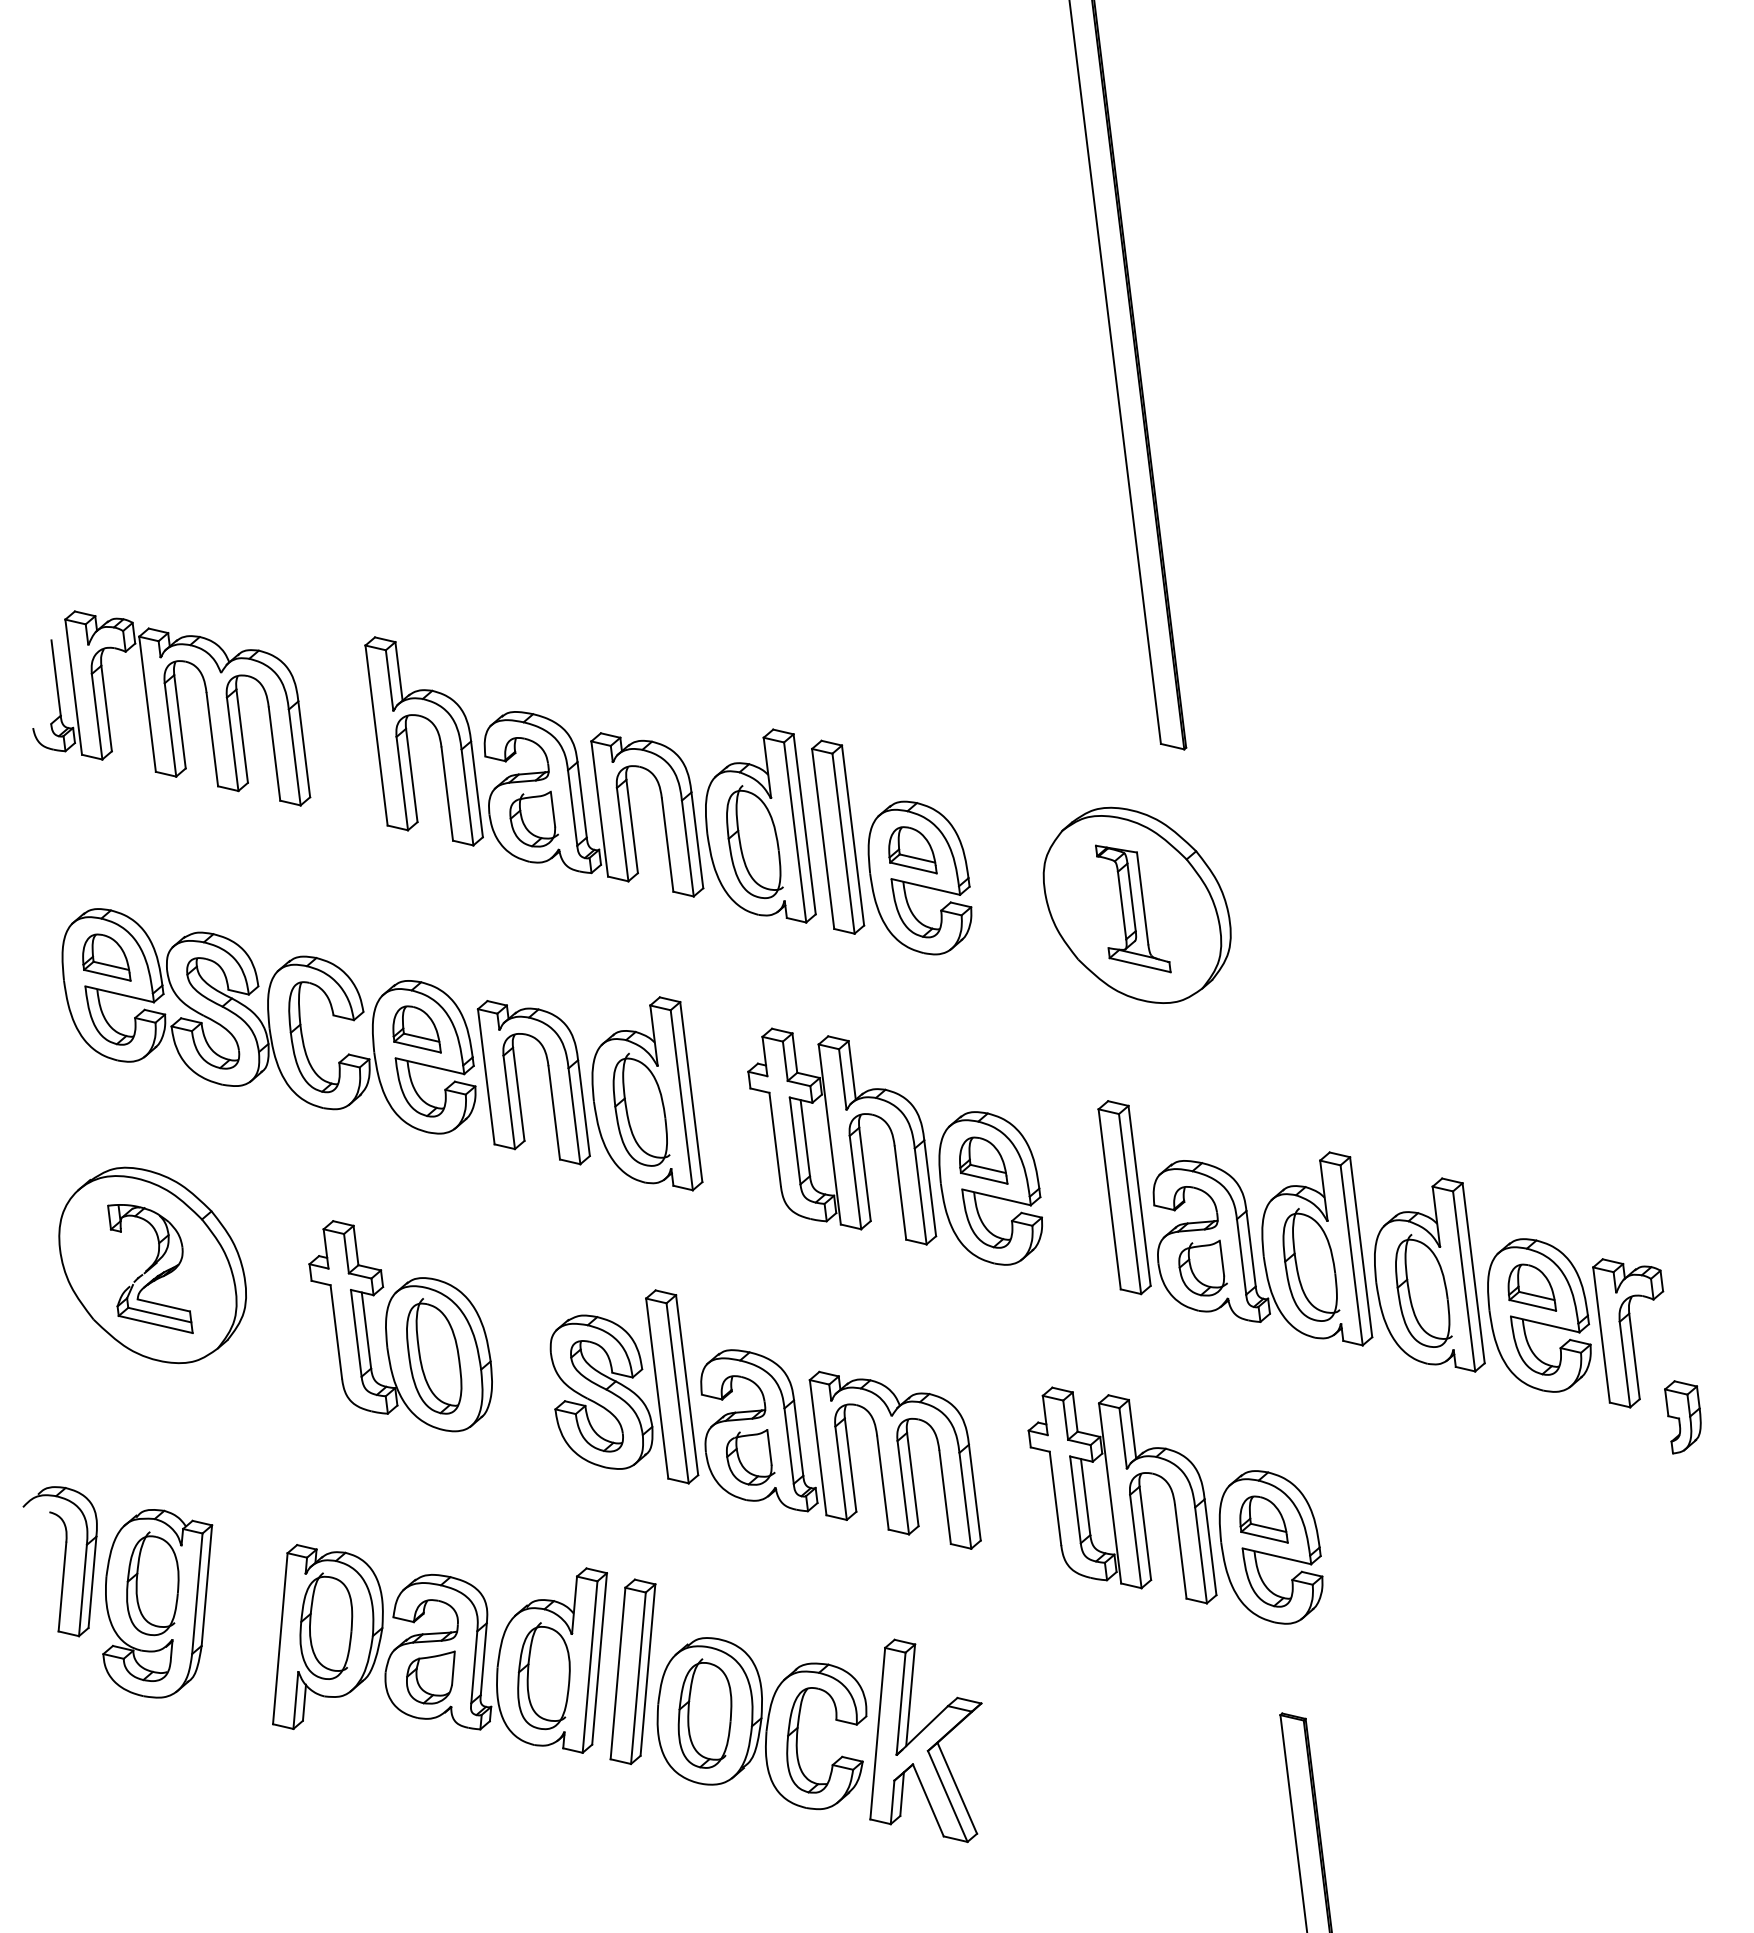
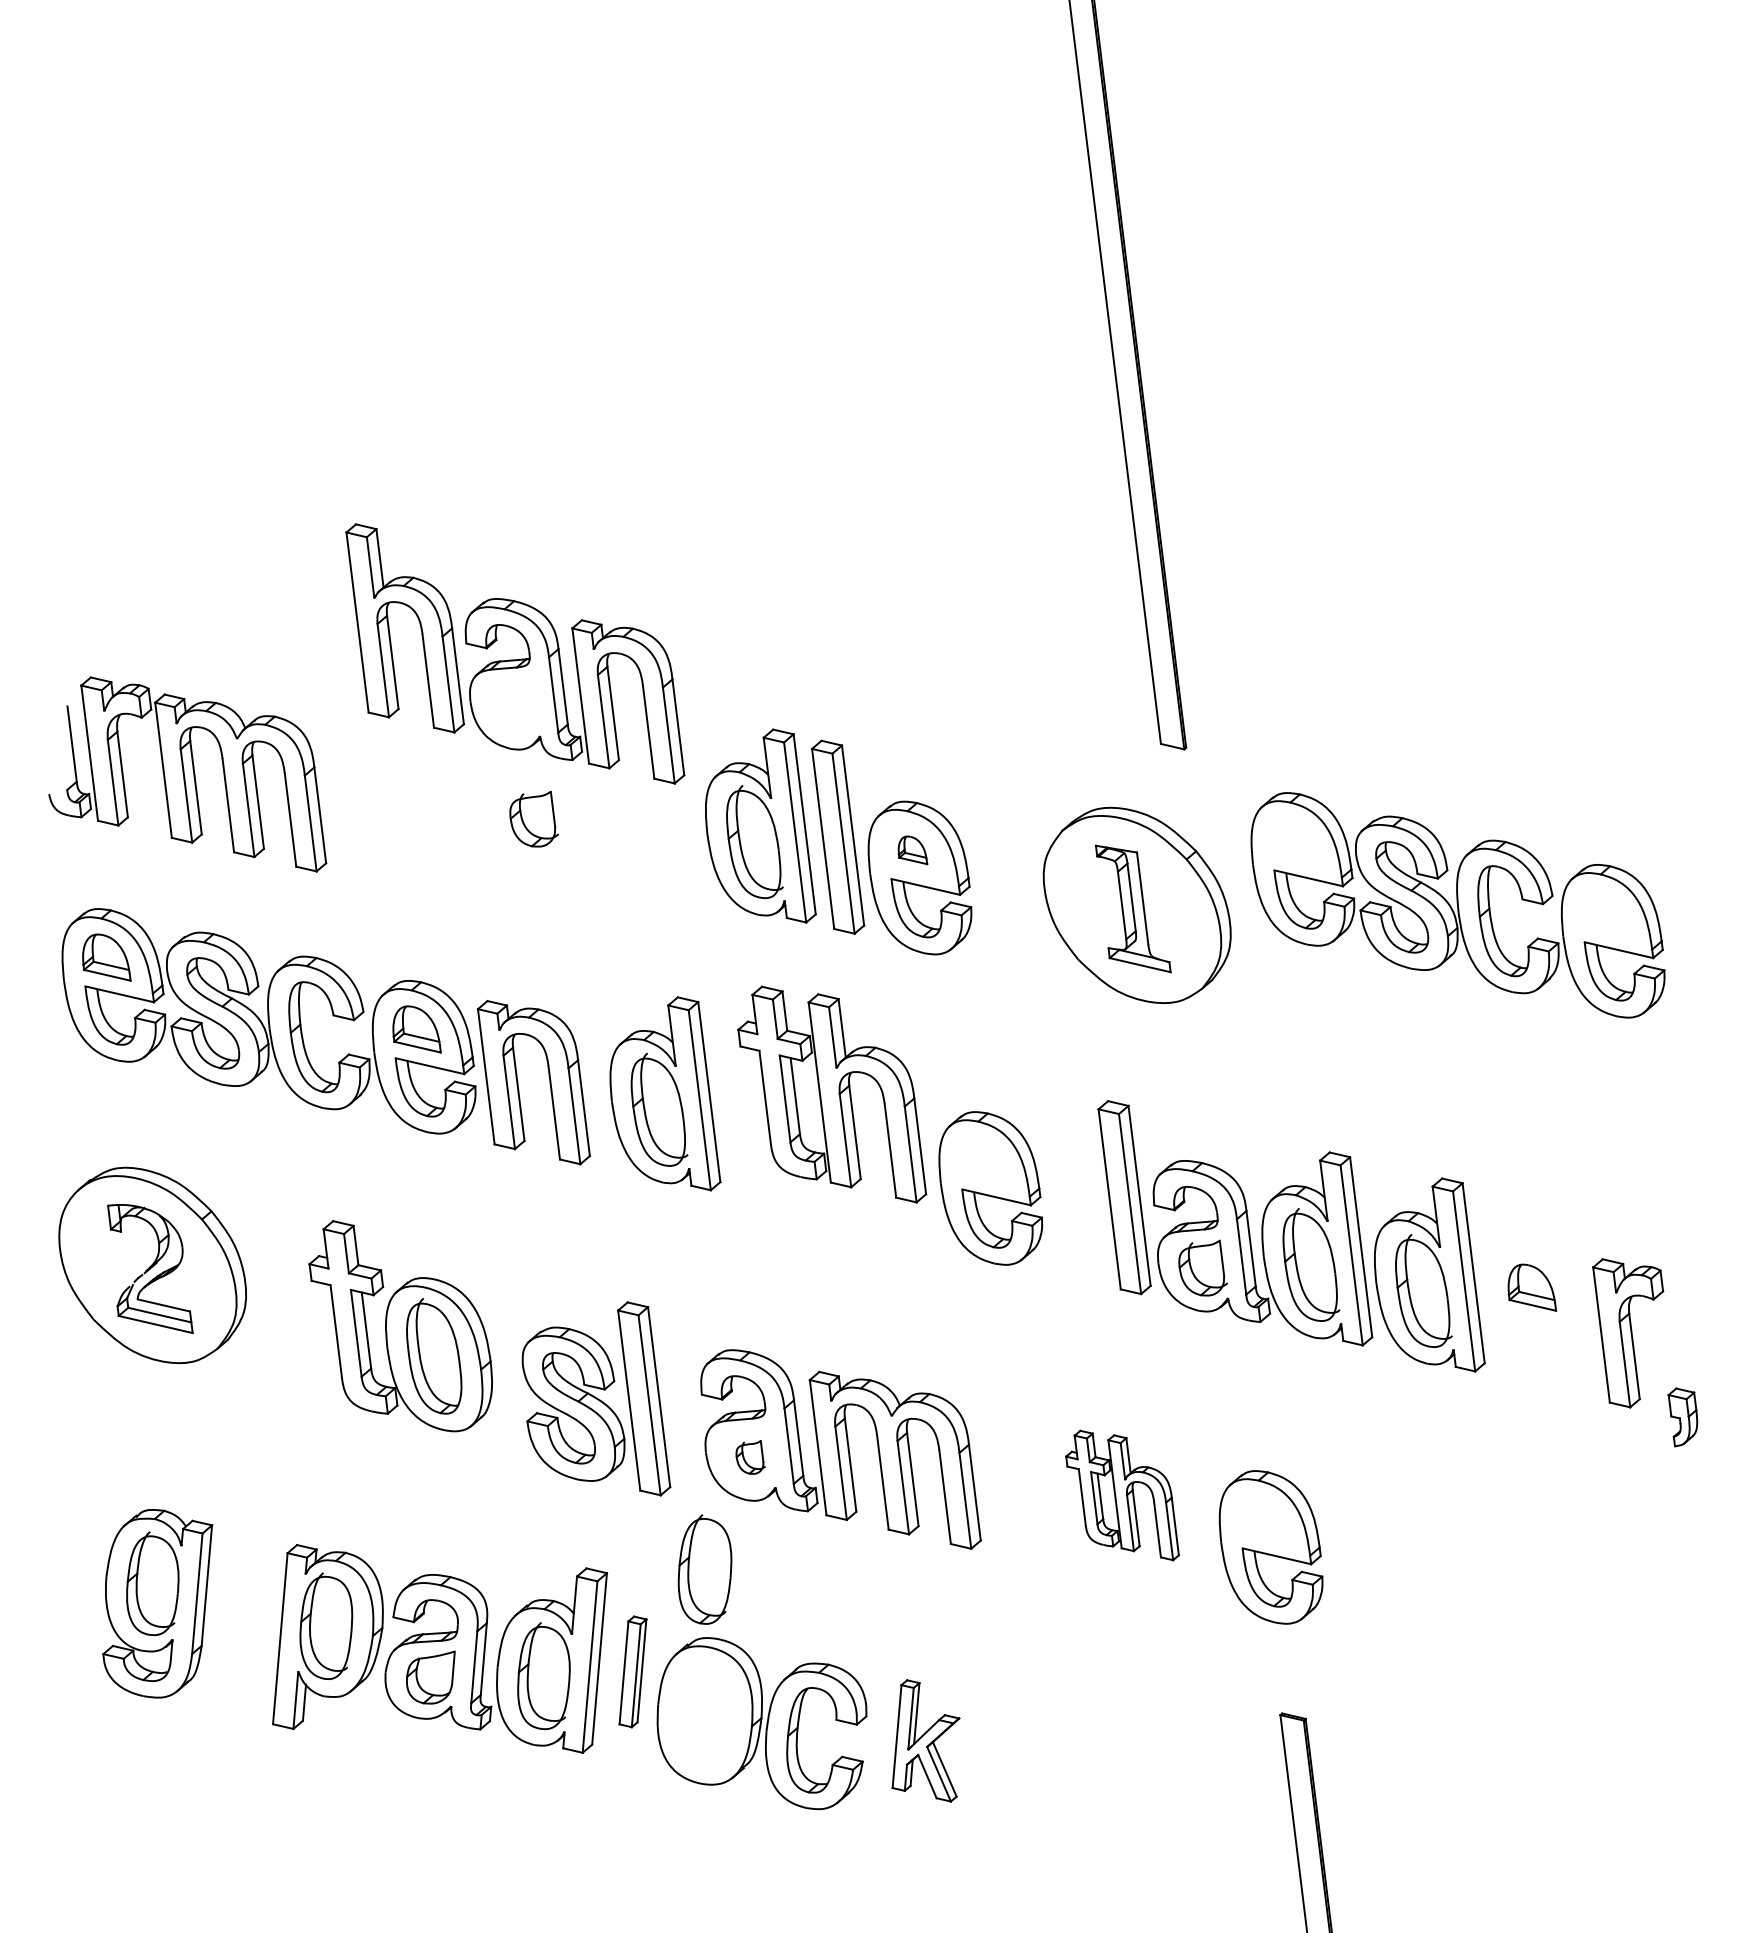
part at (171, 708) position: (171, 708) -> (187, 774)
part at (534, 766) position: (534, 766) -> (515, 653)
part at (912, 850) size: 50x49 px -> 32x31 px
part at (1457, 905): none -> present
part at (647, 1093) position: (647, 1093) -> (665, 1093)
part at (842, 1136) position: (842, 1136) -> (832, 1094)
part at (983, 1160): present -> none
part at (1539, 1315): present -> none
part at (624, 1386) position: (624, 1386) -> (596, 1398)
part at (1682, 1417) size: 38x75 px -> 32x61 px
part at (750, 1457) size: 50x57 px -> 31x35 px
part at (1122, 1495) size: 191x219 px -> 115x133 px
part at (1263, 1519): present -> none
part at (59, 1561): present -> none
part at (632, 1671) size: 48x188 px -> 30x114 px
part at (704, 1713) position: (704, 1713) -> (704, 1569)
part at (925, 1740) size: 114x206 px -> 70x124 px
